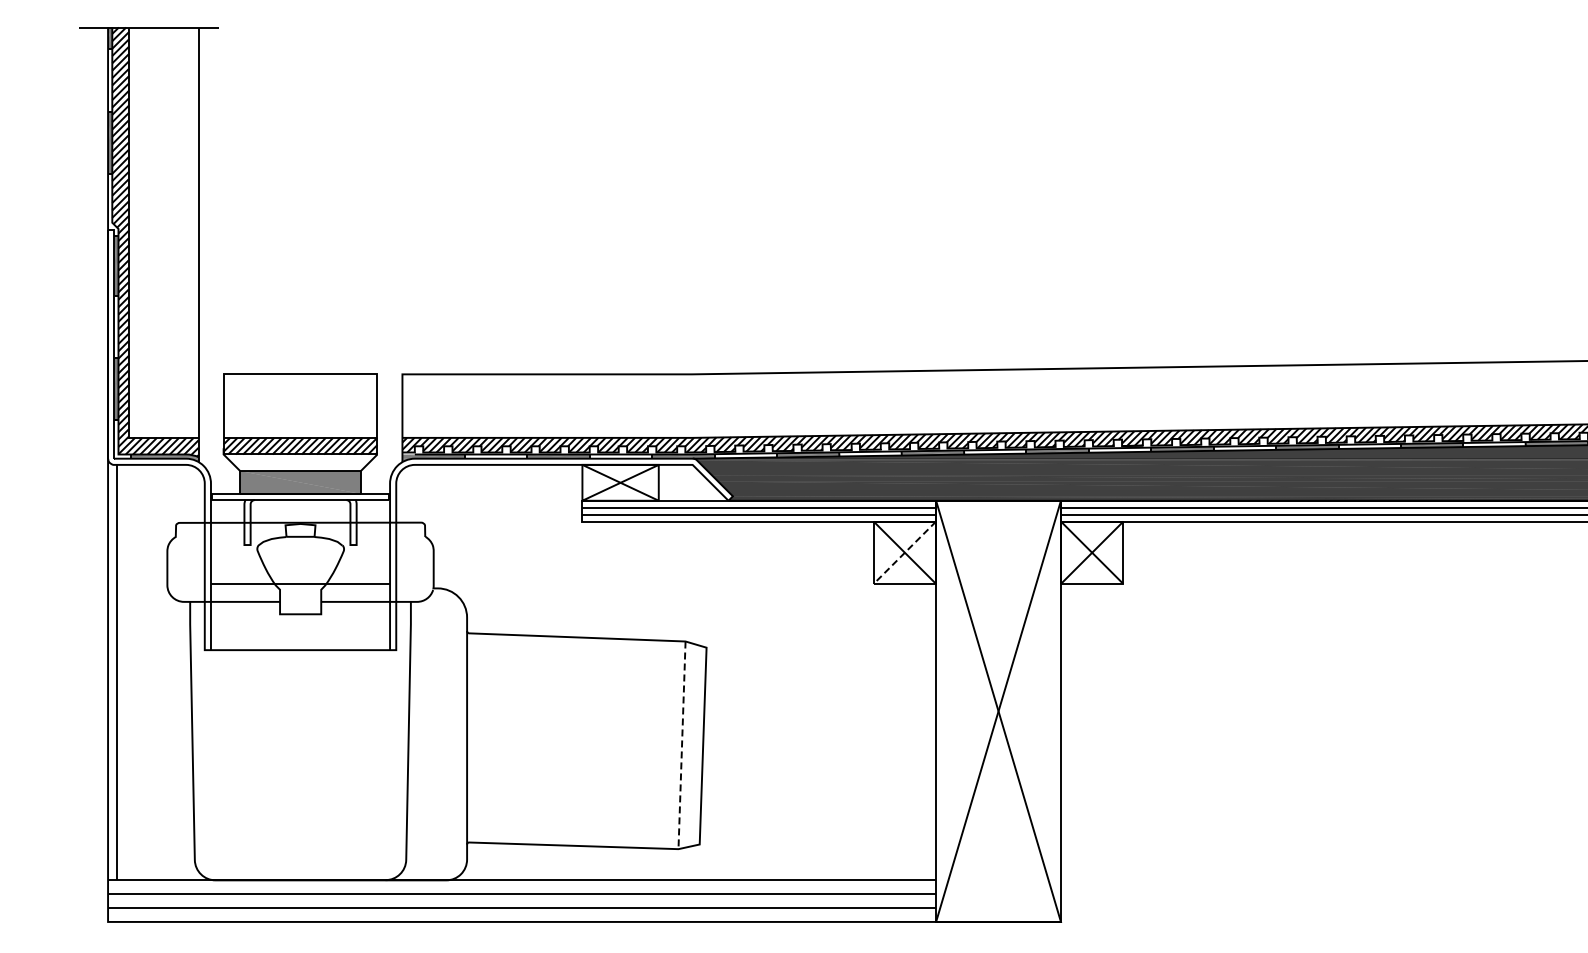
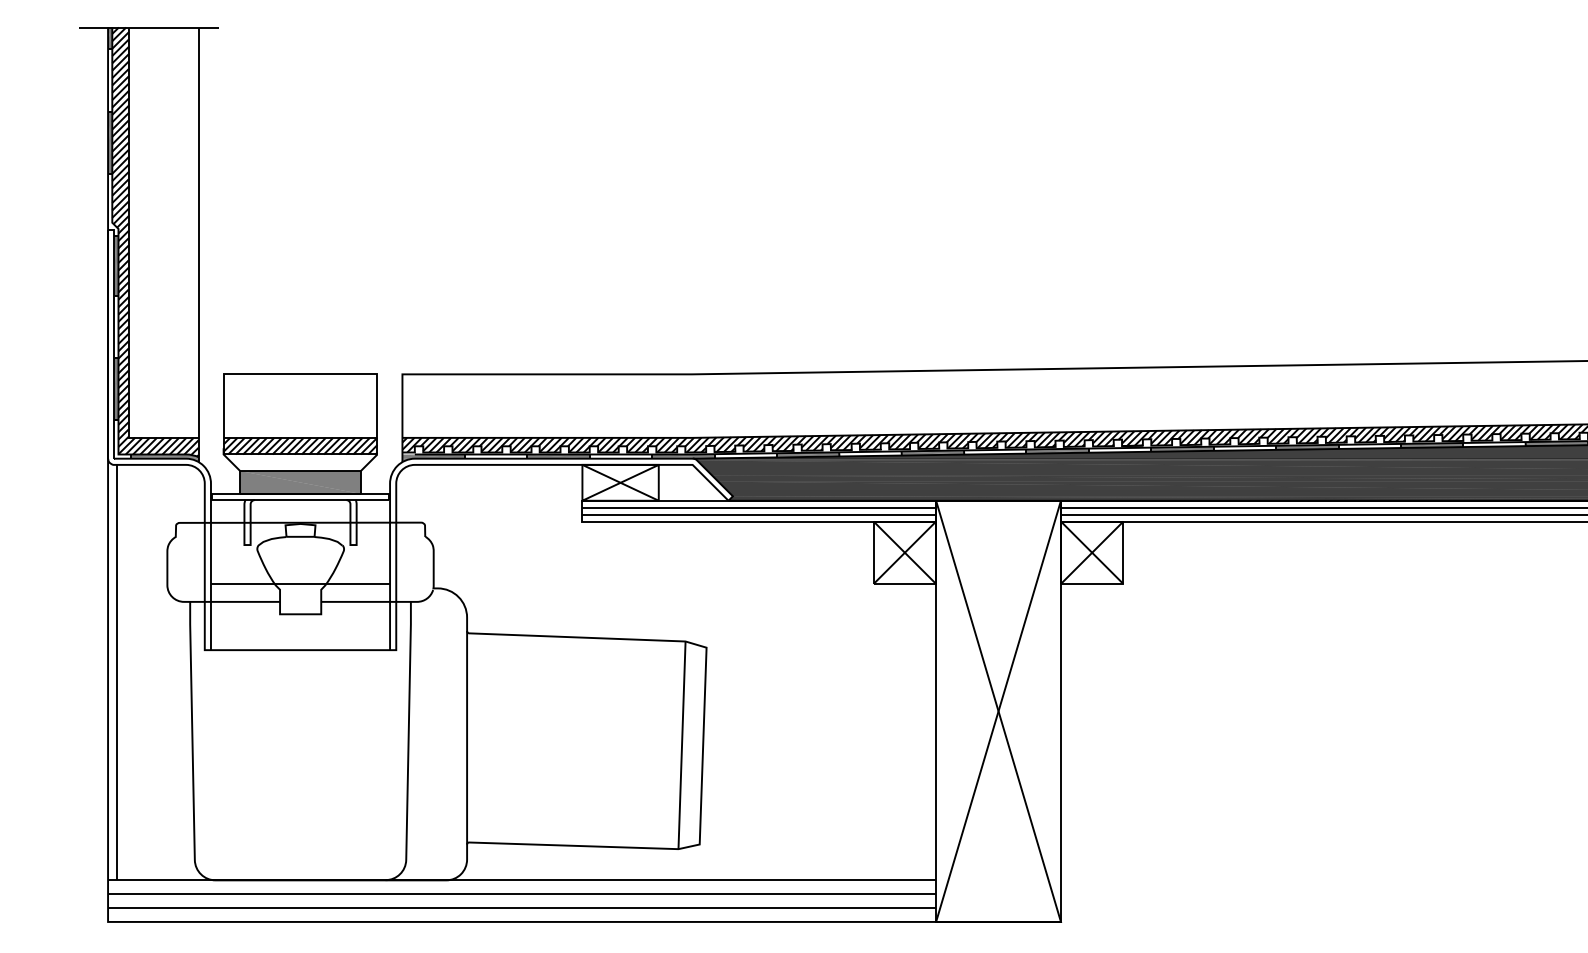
line at (904, 553): dashed -> solid
line at (682, 745): dashed -> solid
